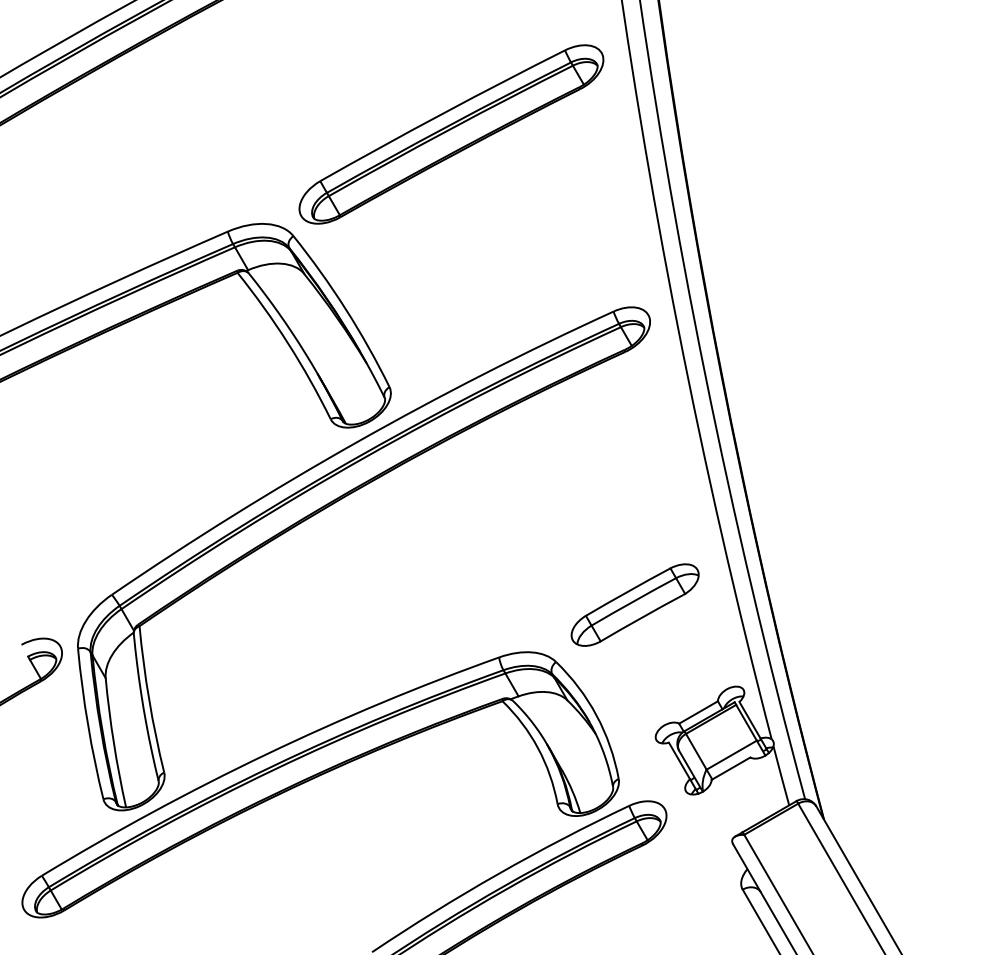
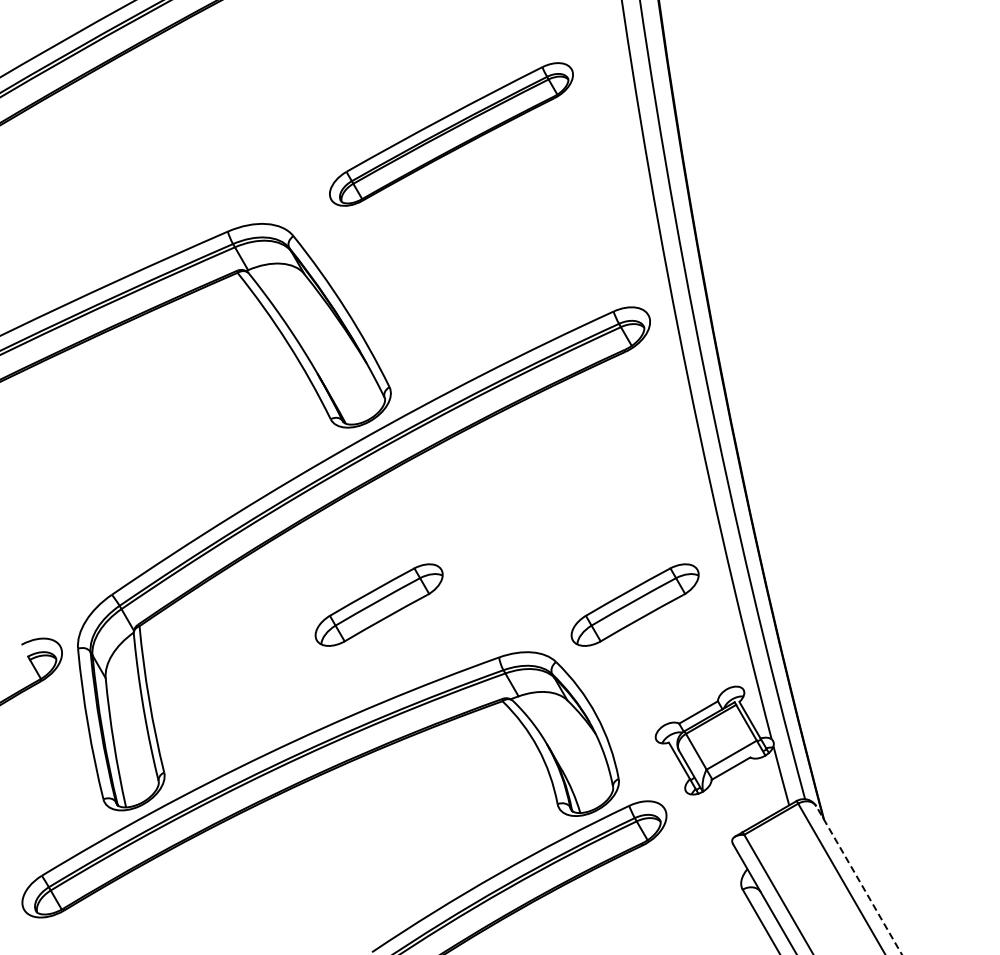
part at (451, 134) size: 307x181 px -> 245x145 px
part at (378, 604): none -> present
line at (859, 880): solid -> dashed
